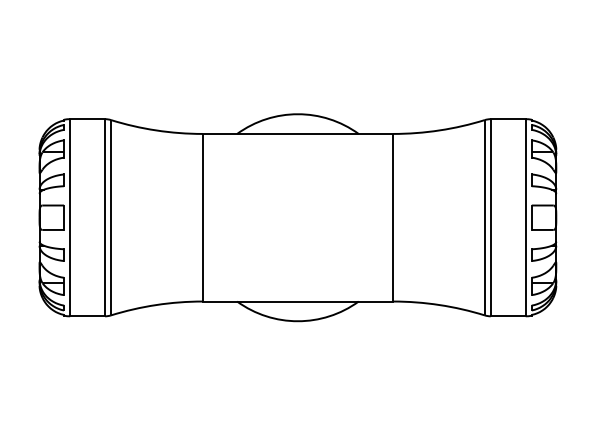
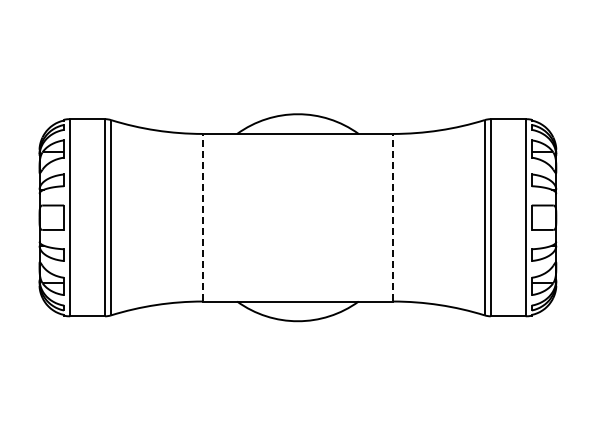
line at (202, 217): solid -> dashed
line at (393, 217): solid -> dashed
